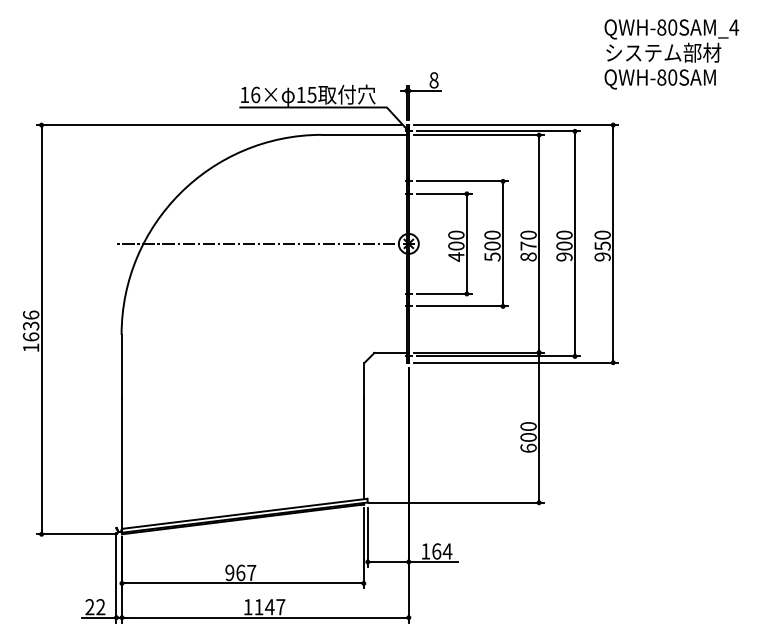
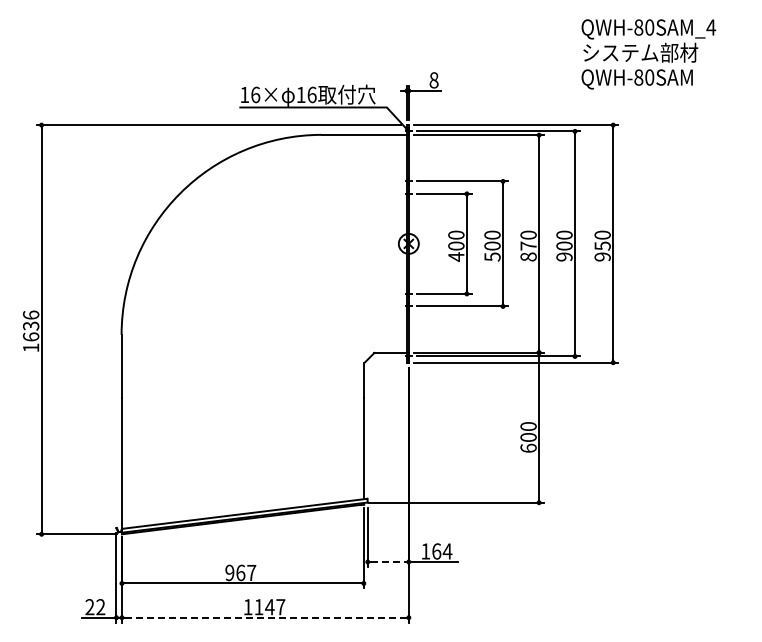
text at (671, 54) position: (671, 54) -> (648, 54)
text at (311, 94): 15 -> 16
line at (265, 243): present -> none
line at (388, 562): solid -> dashed
line at (265, 617): solid -> dashed
